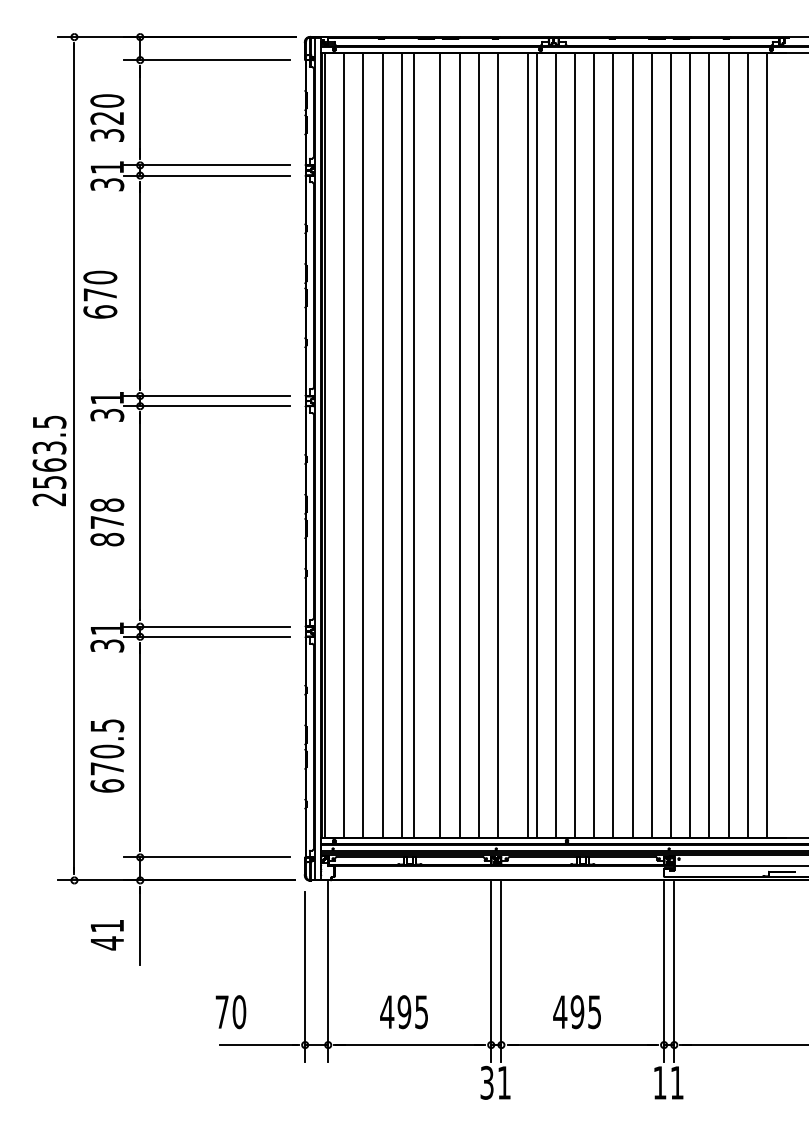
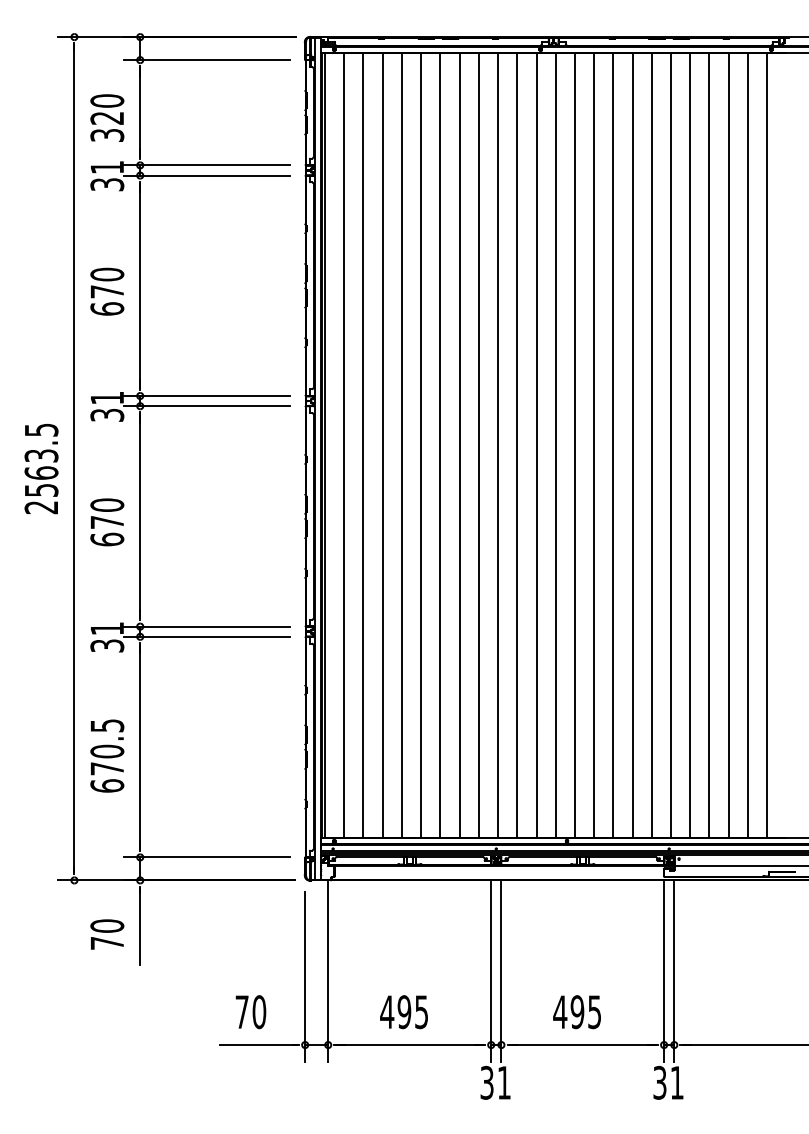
text at (100, 294) position: (100, 294) -> (107, 291)
line at (414, 445) position: (414, 445) -> (421, 445)
line at (528, 445) position: (528, 445) -> (517, 445)
text at (49, 460) position: (49, 460) -> (41, 468)
text at (107, 522): 878 -> 670
text at (107, 934): 41 -> 70
text at (230, 1012) position: (230, 1012) -> (250, 1012)
text at (659, 1082): 11 -> 31
